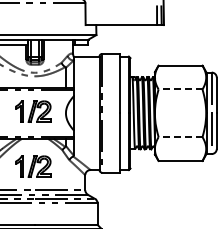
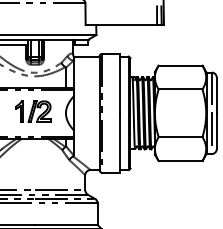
line at (180, 89): dashed -> solid
line at (180, 137): dashed -> solid
part at (33, 166): present -> none
